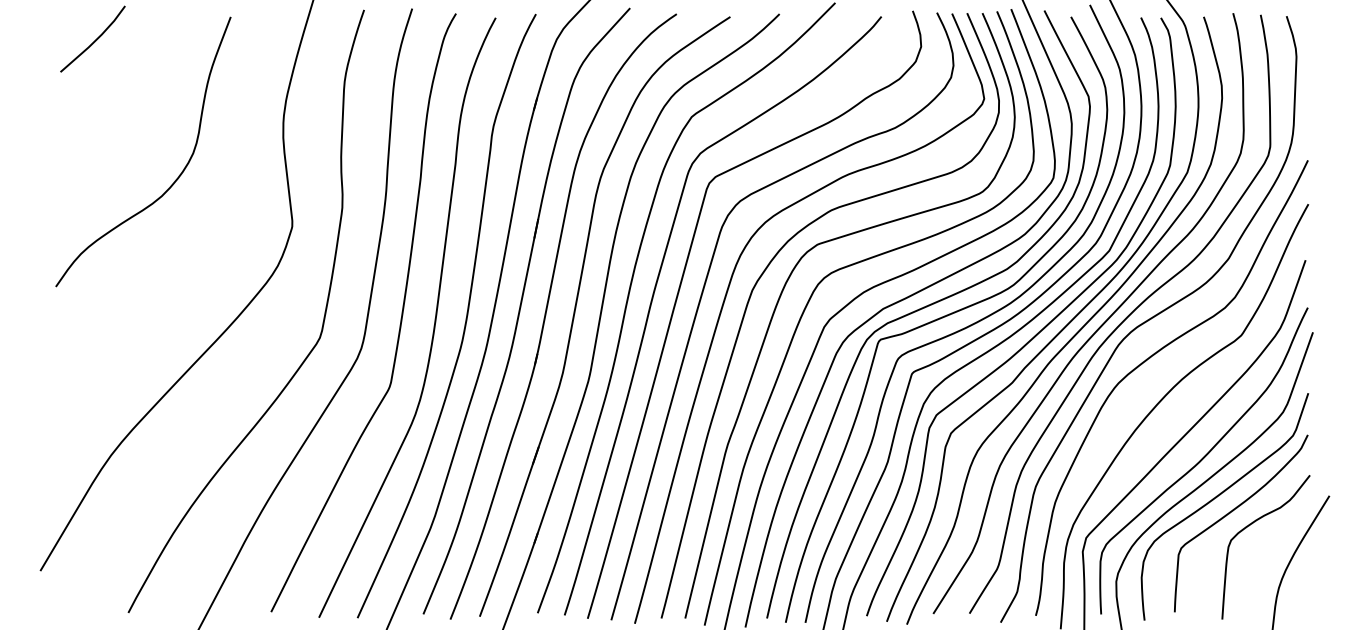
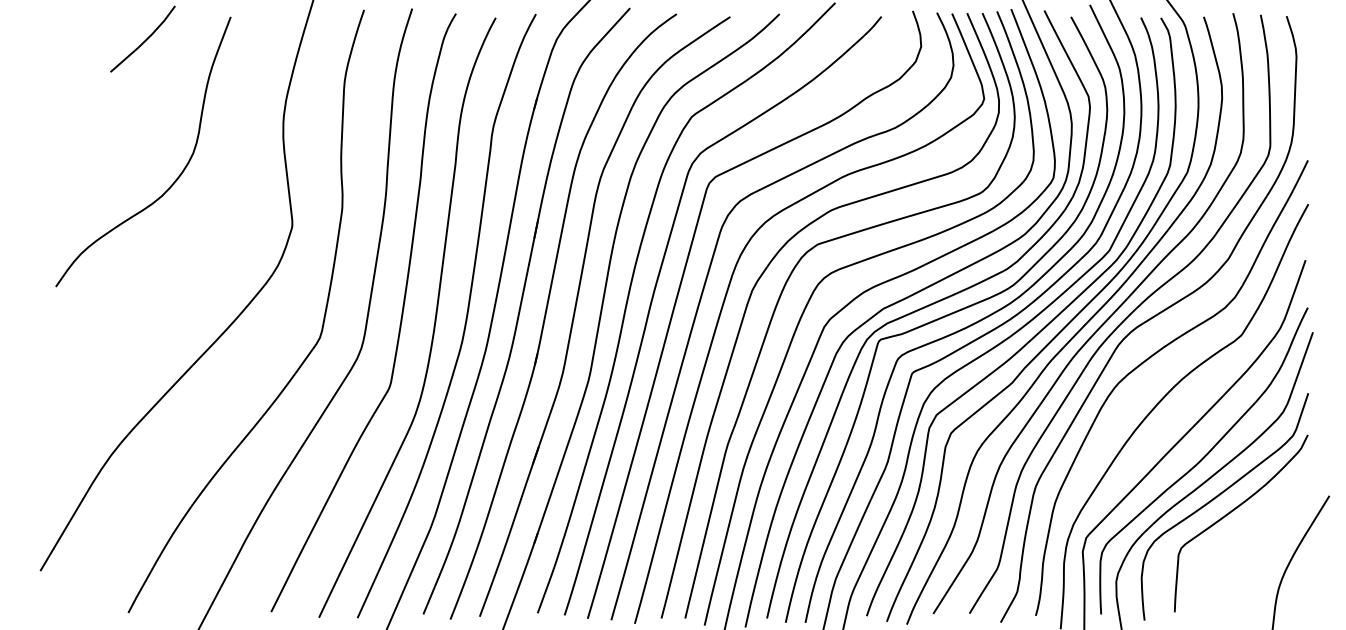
line at (94, 40) position: (94, 40) -> (144, 40)
curve at (1249, 526): present -> none
